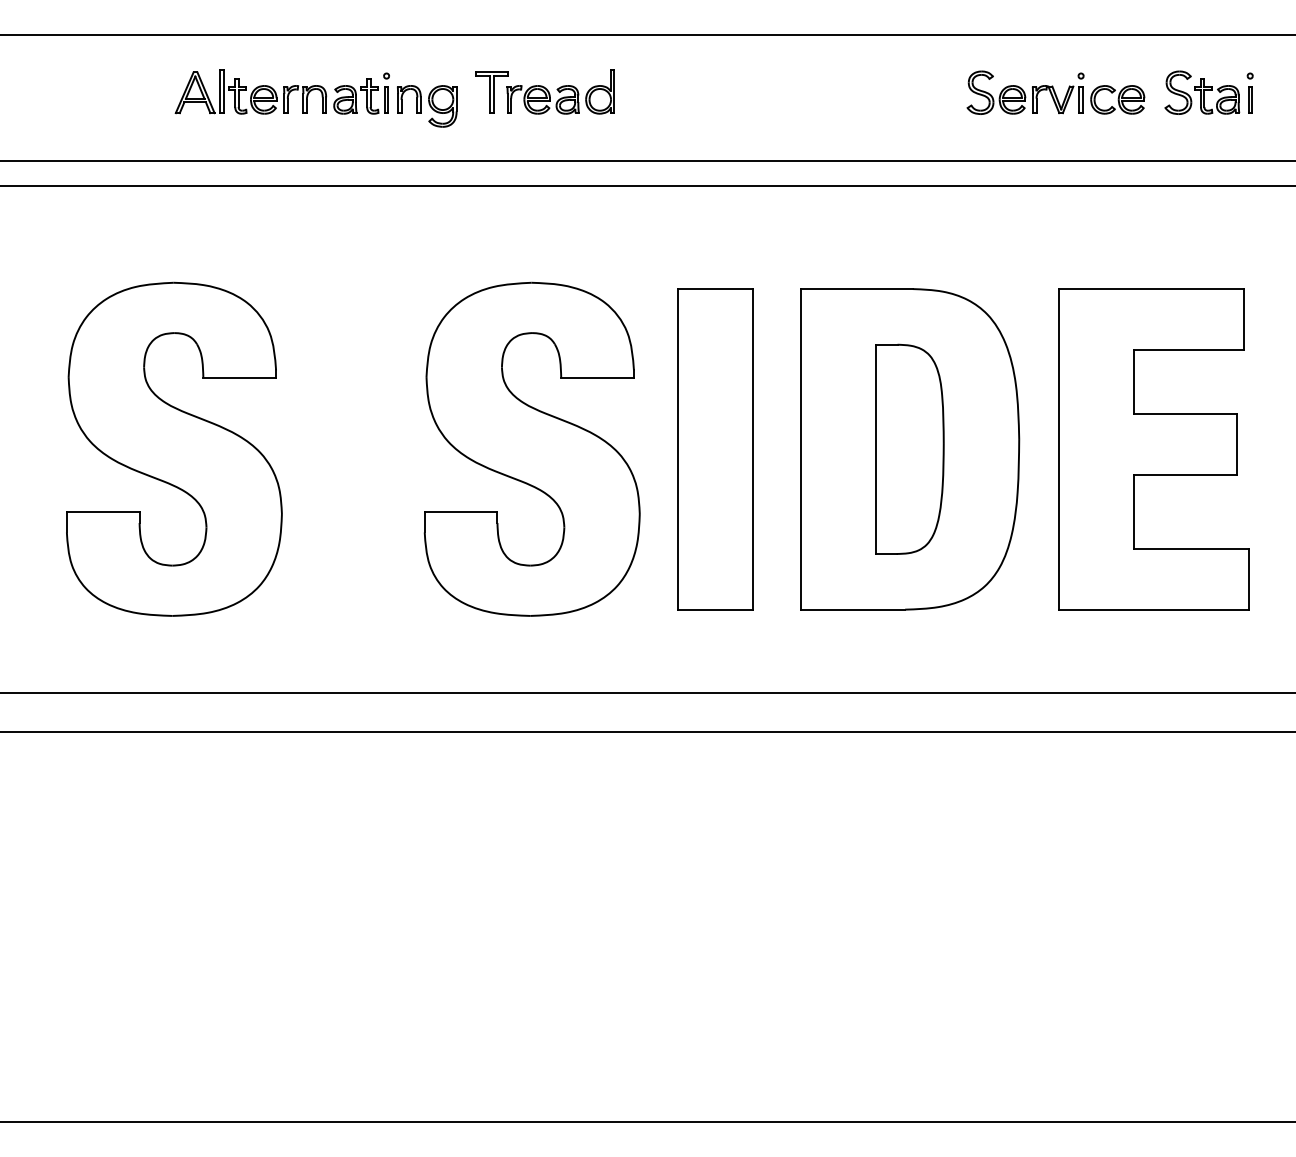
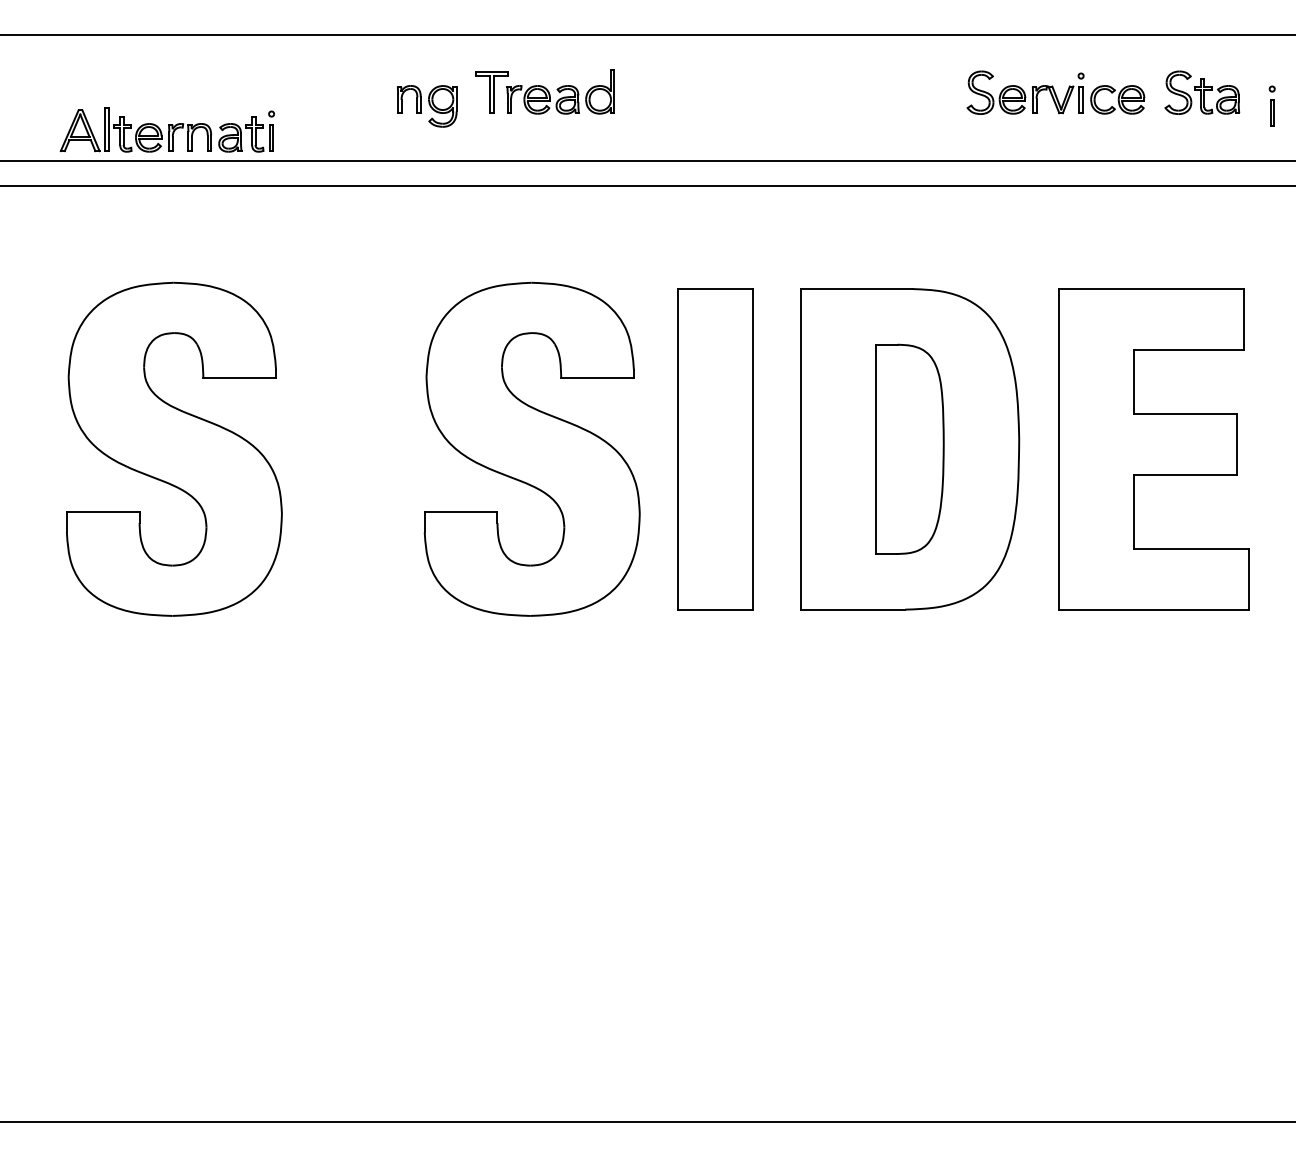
part at (281, 91) position: (281, 91) -> (166, 129)
part at (1249, 92) position: (1249, 92) -> (1271, 105)
line at (647, 693): present -> none
line at (647, 732): present -> none
